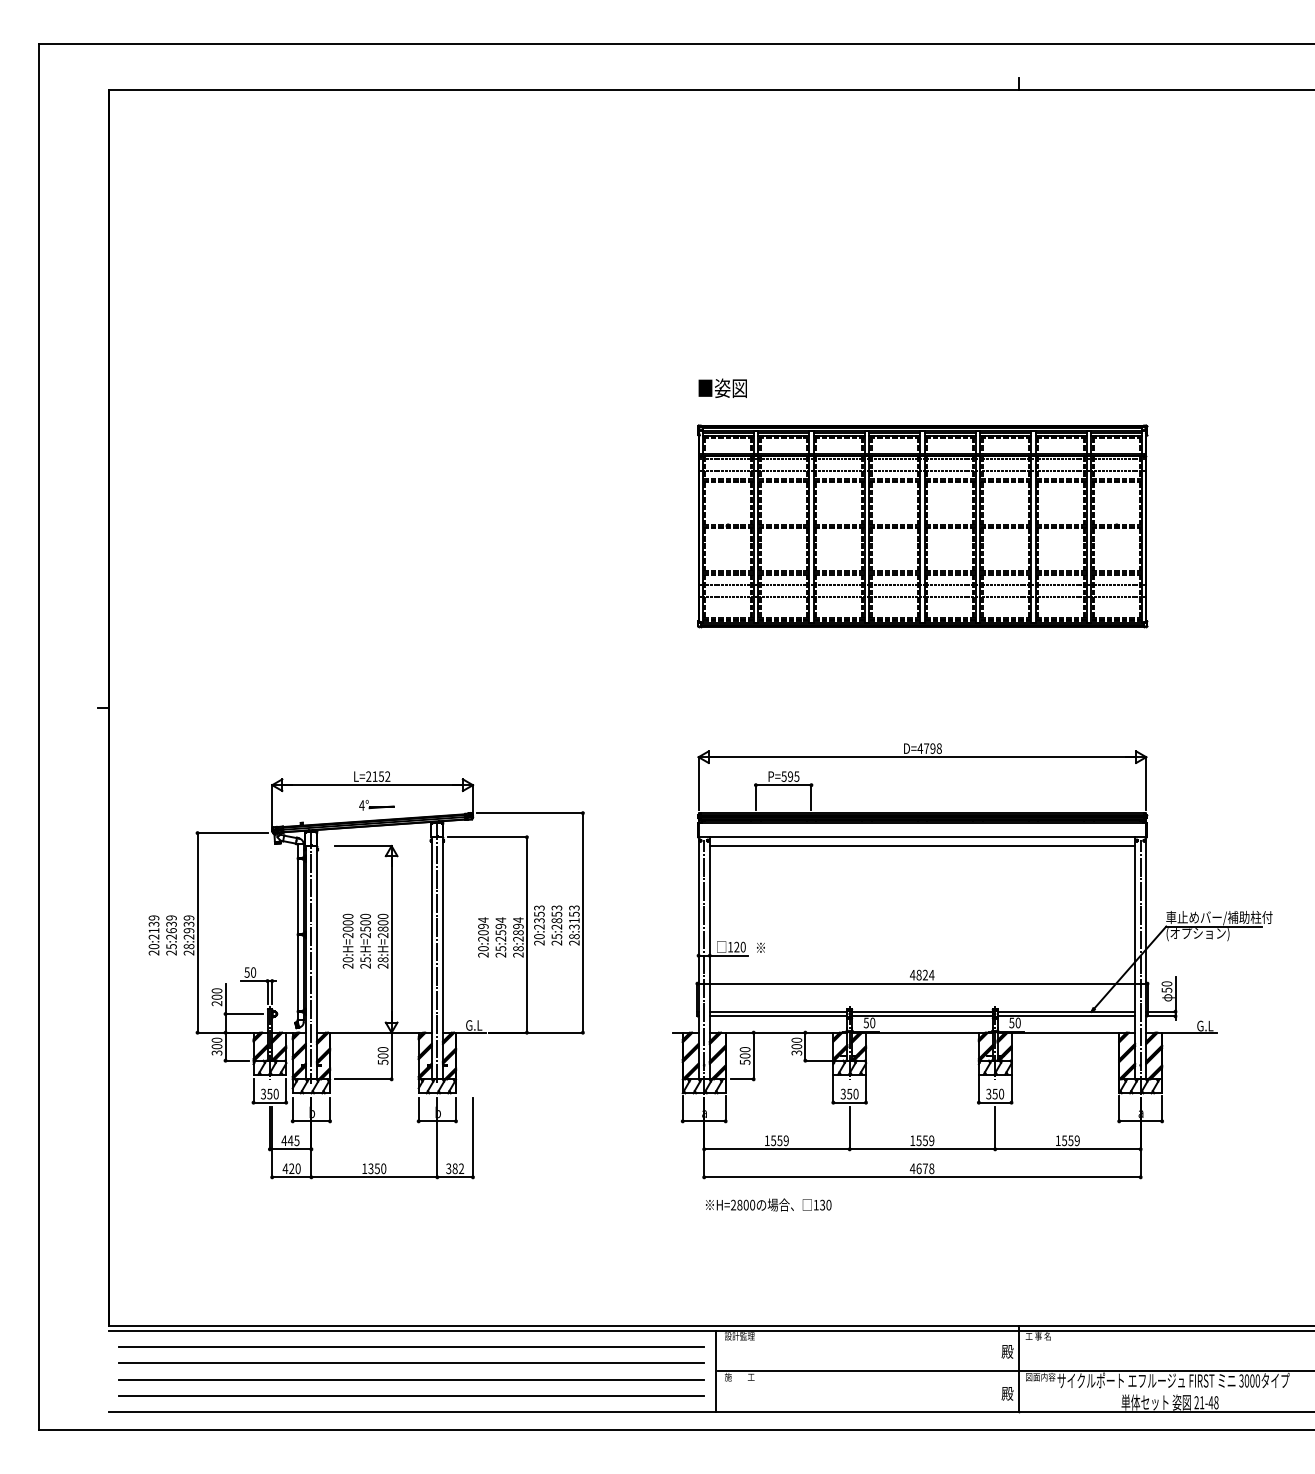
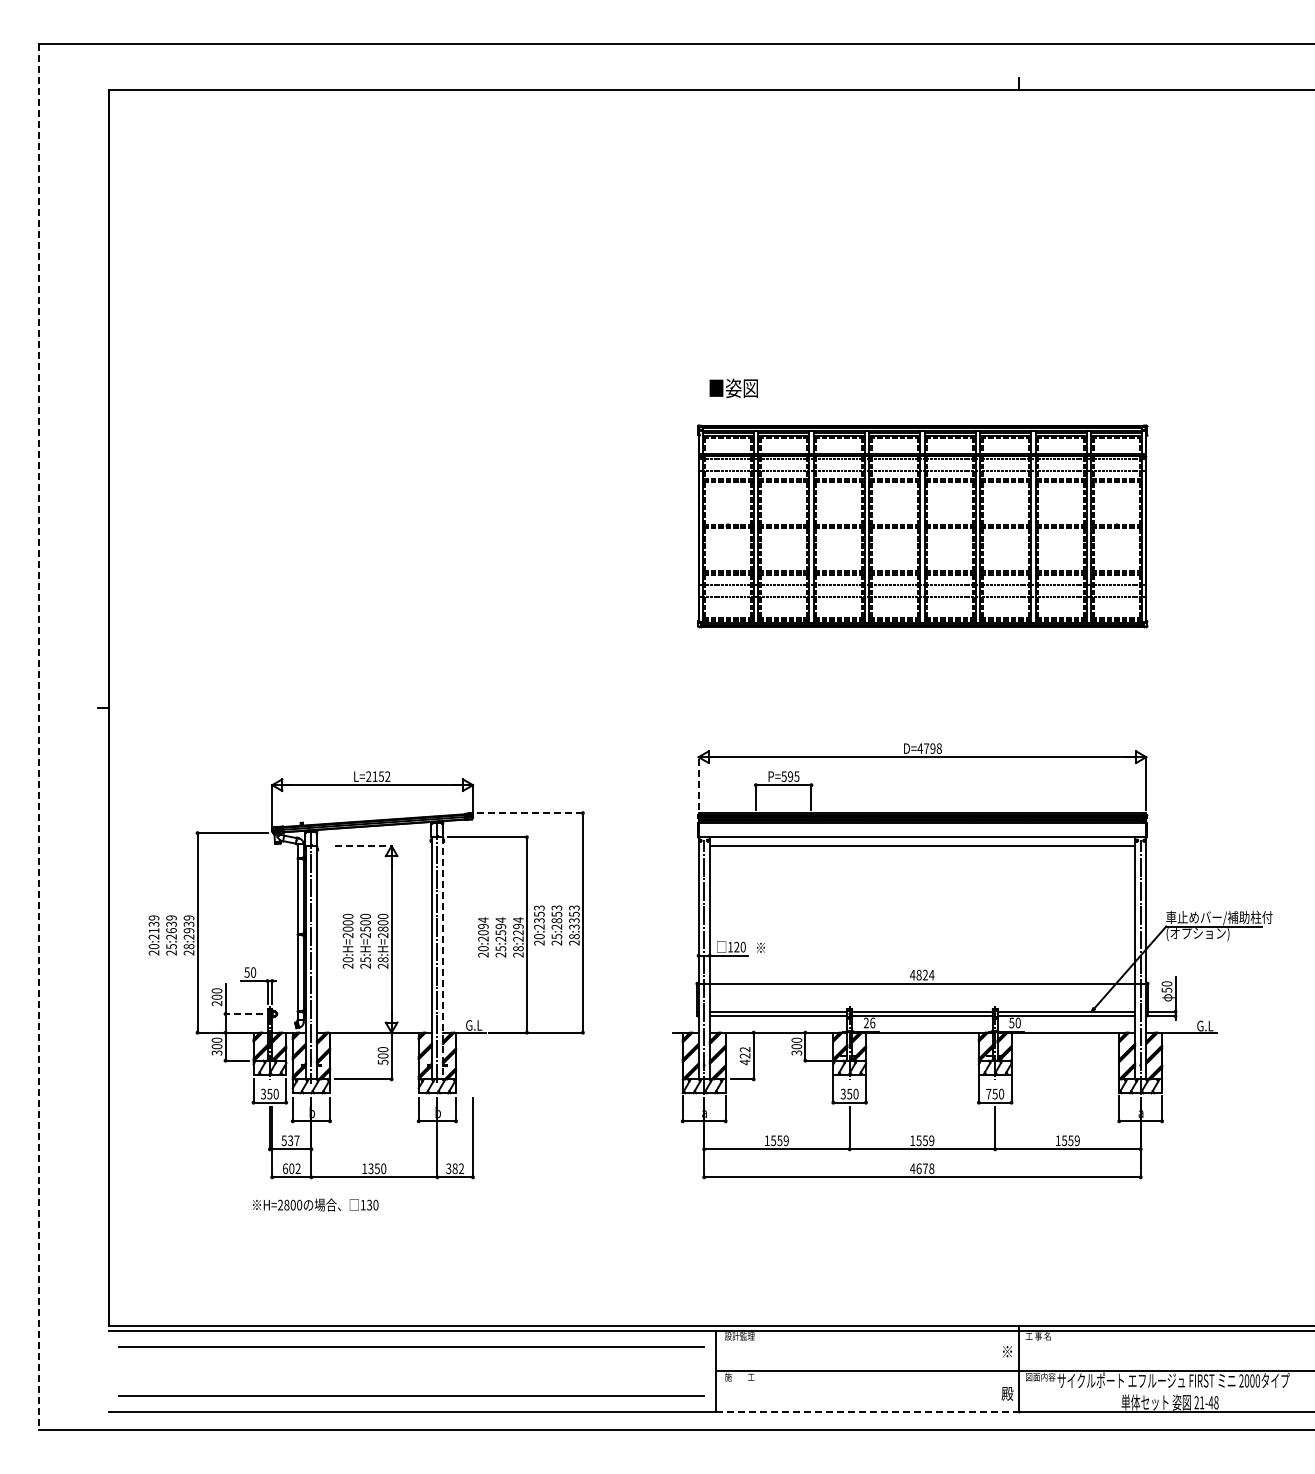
text at (722, 387) position: (722, 387) -> (733, 387)
line at (39, 737): solid -> dashed
line at (698, 783): solid -> dashed
part at (376, 805): present -> none
line at (530, 813): solid -> dashed
line at (363, 846): solid -> dashed
text at (574, 920): 28:3153 -> 28:3353
text at (518, 932): 28:2894 -> 28:2294
line at (442, 958): solid -> dashed
line at (244, 1014): solid -> dashed
text at (869, 1022): 50 -> 26
text at (745, 1056): 500 -> 422
text at (988, 1093): 350 -> 750
text at (290, 1140): 445 -> 537
text at (291, 1168): 420 -> 602
text at (768, 1204) position: (768, 1204) -> (315, 1204)
text at (1007, 1351): 殿 -> ※
line at (411, 1363): present -> none
line at (411, 1379): present -> none
text at (1241, 1381): 3000 -> 2000
line at (867, 1412): solid -> dashed
